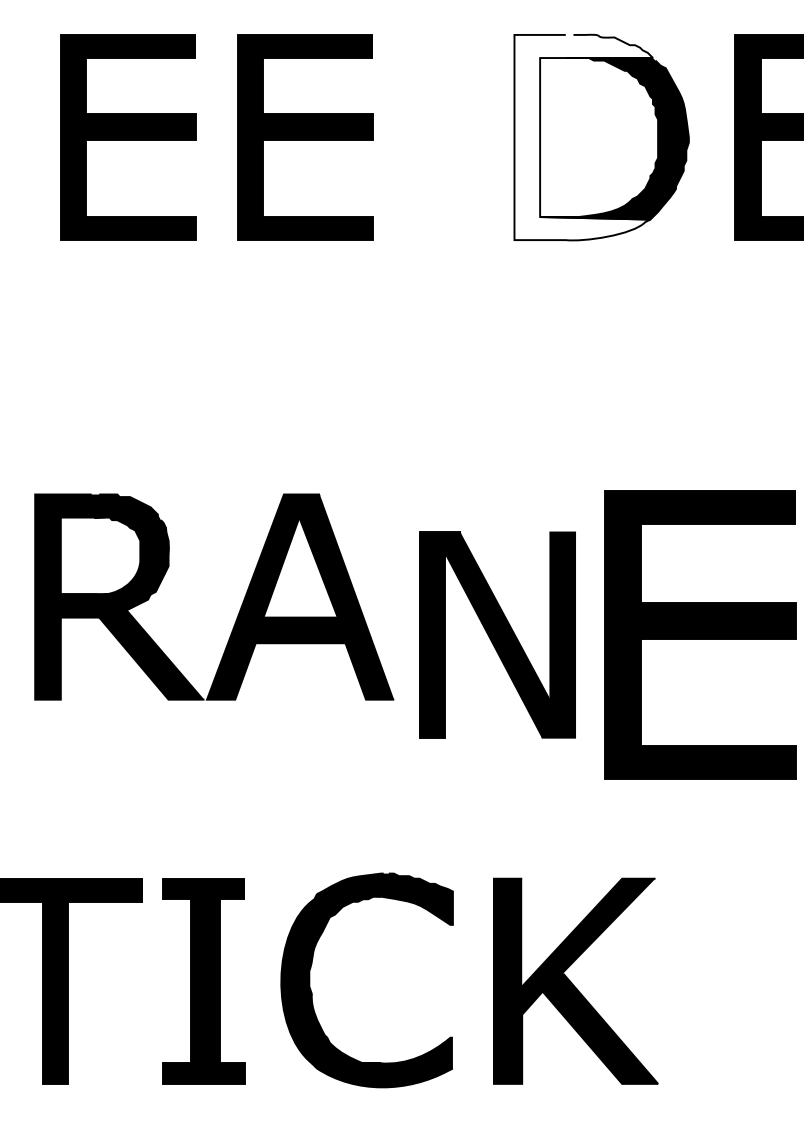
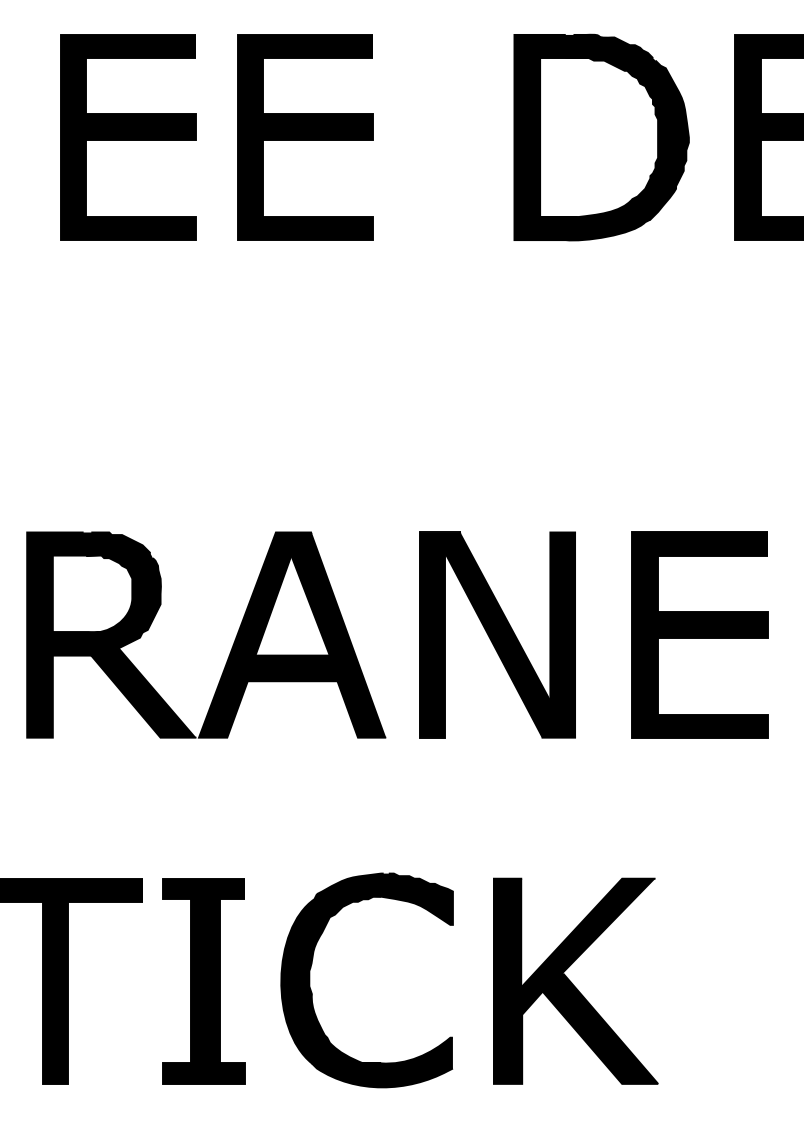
fill at (583, 137): none -> present
part at (241, 604) position: (241, 604) -> (233, 642)
part at (700, 634) size: 193x290 px -> 138x208 px
